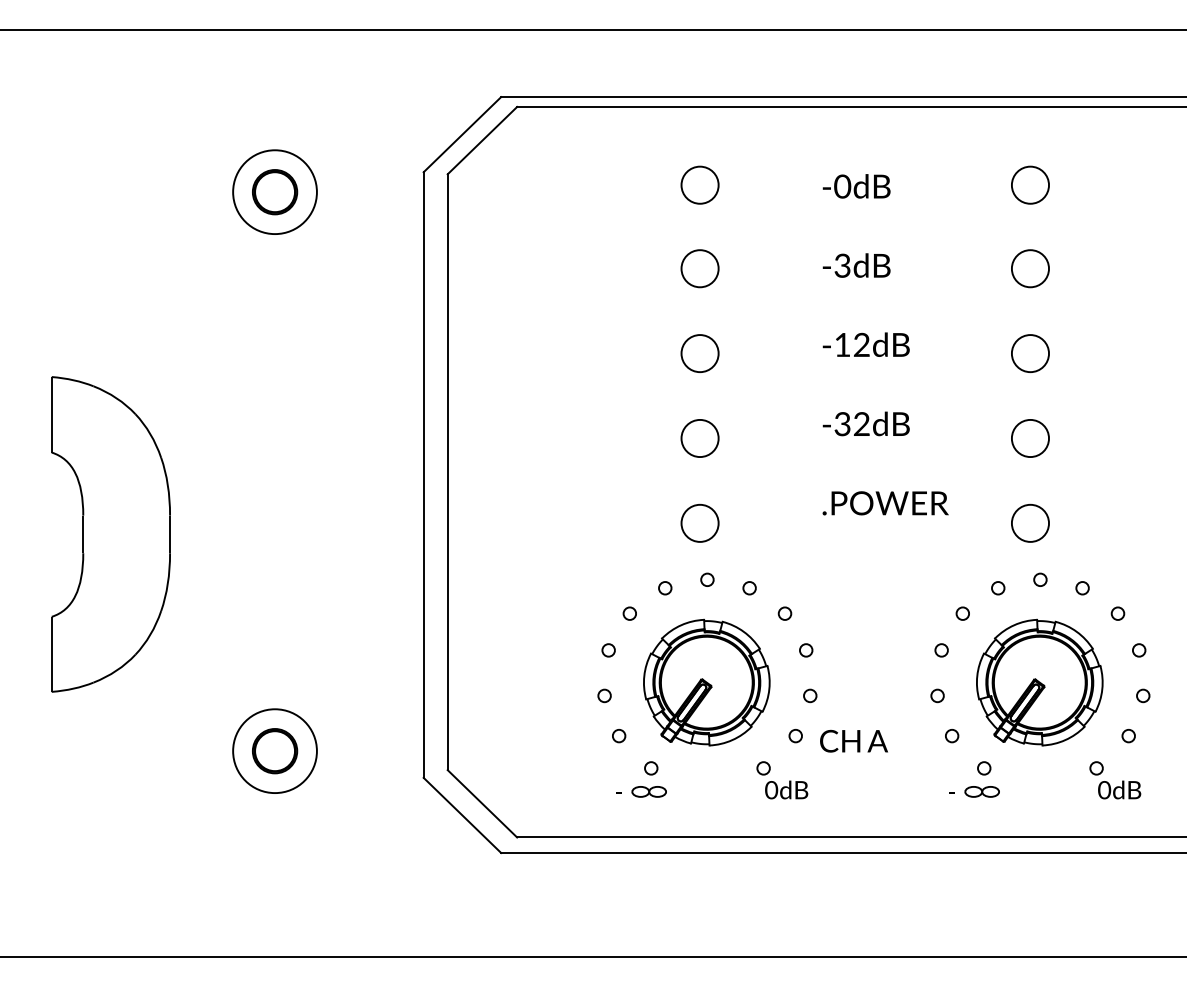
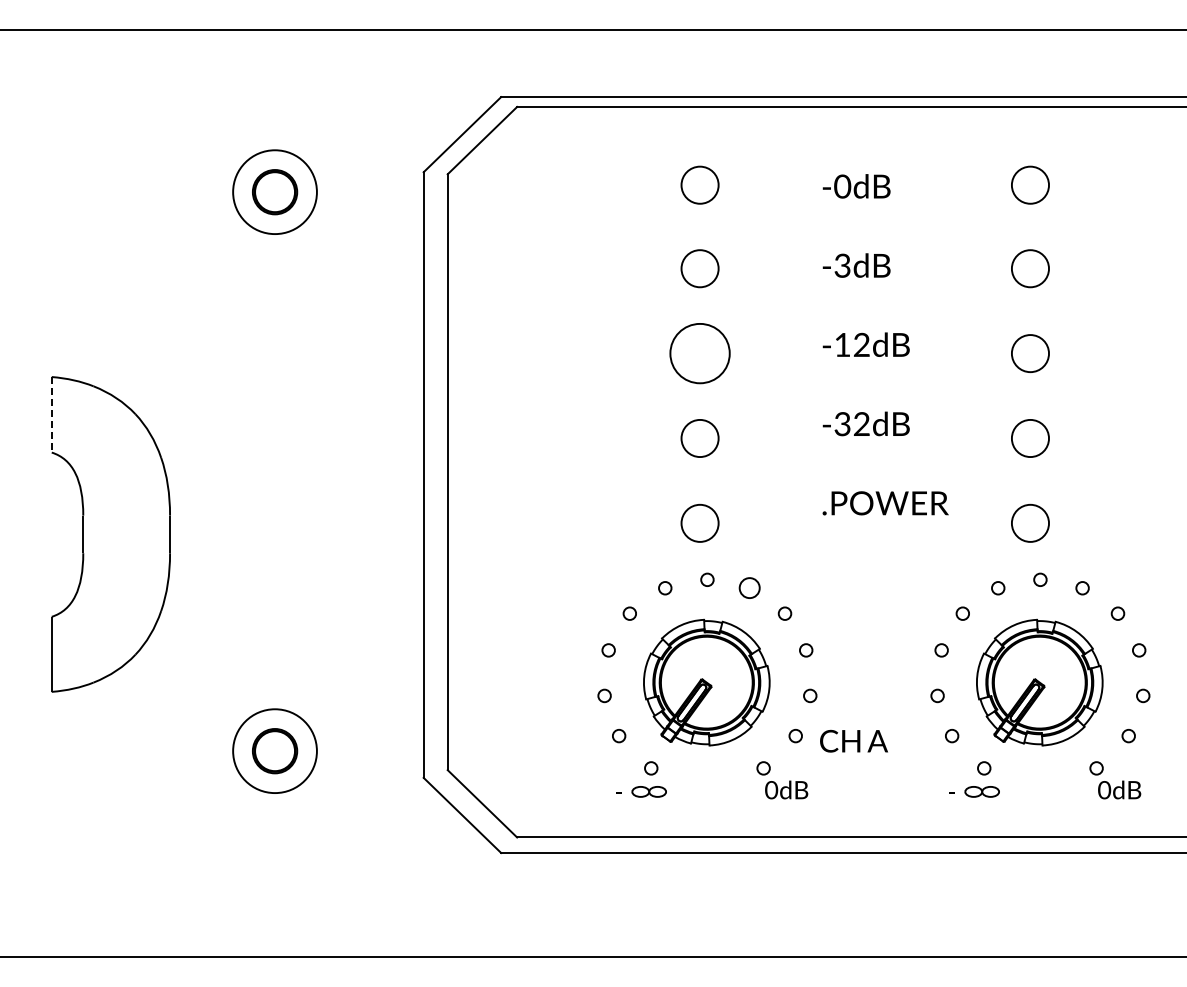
circle at (699, 353) diameter: 37 px -> 59 px
line at (51, 414): solid -> dashed
circle at (749, 588) size: 15x15 px -> 23x22 px
